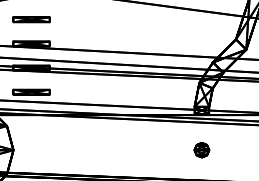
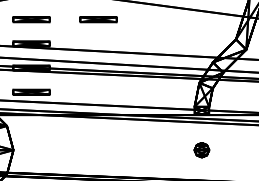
part at (98, 19): none -> present
